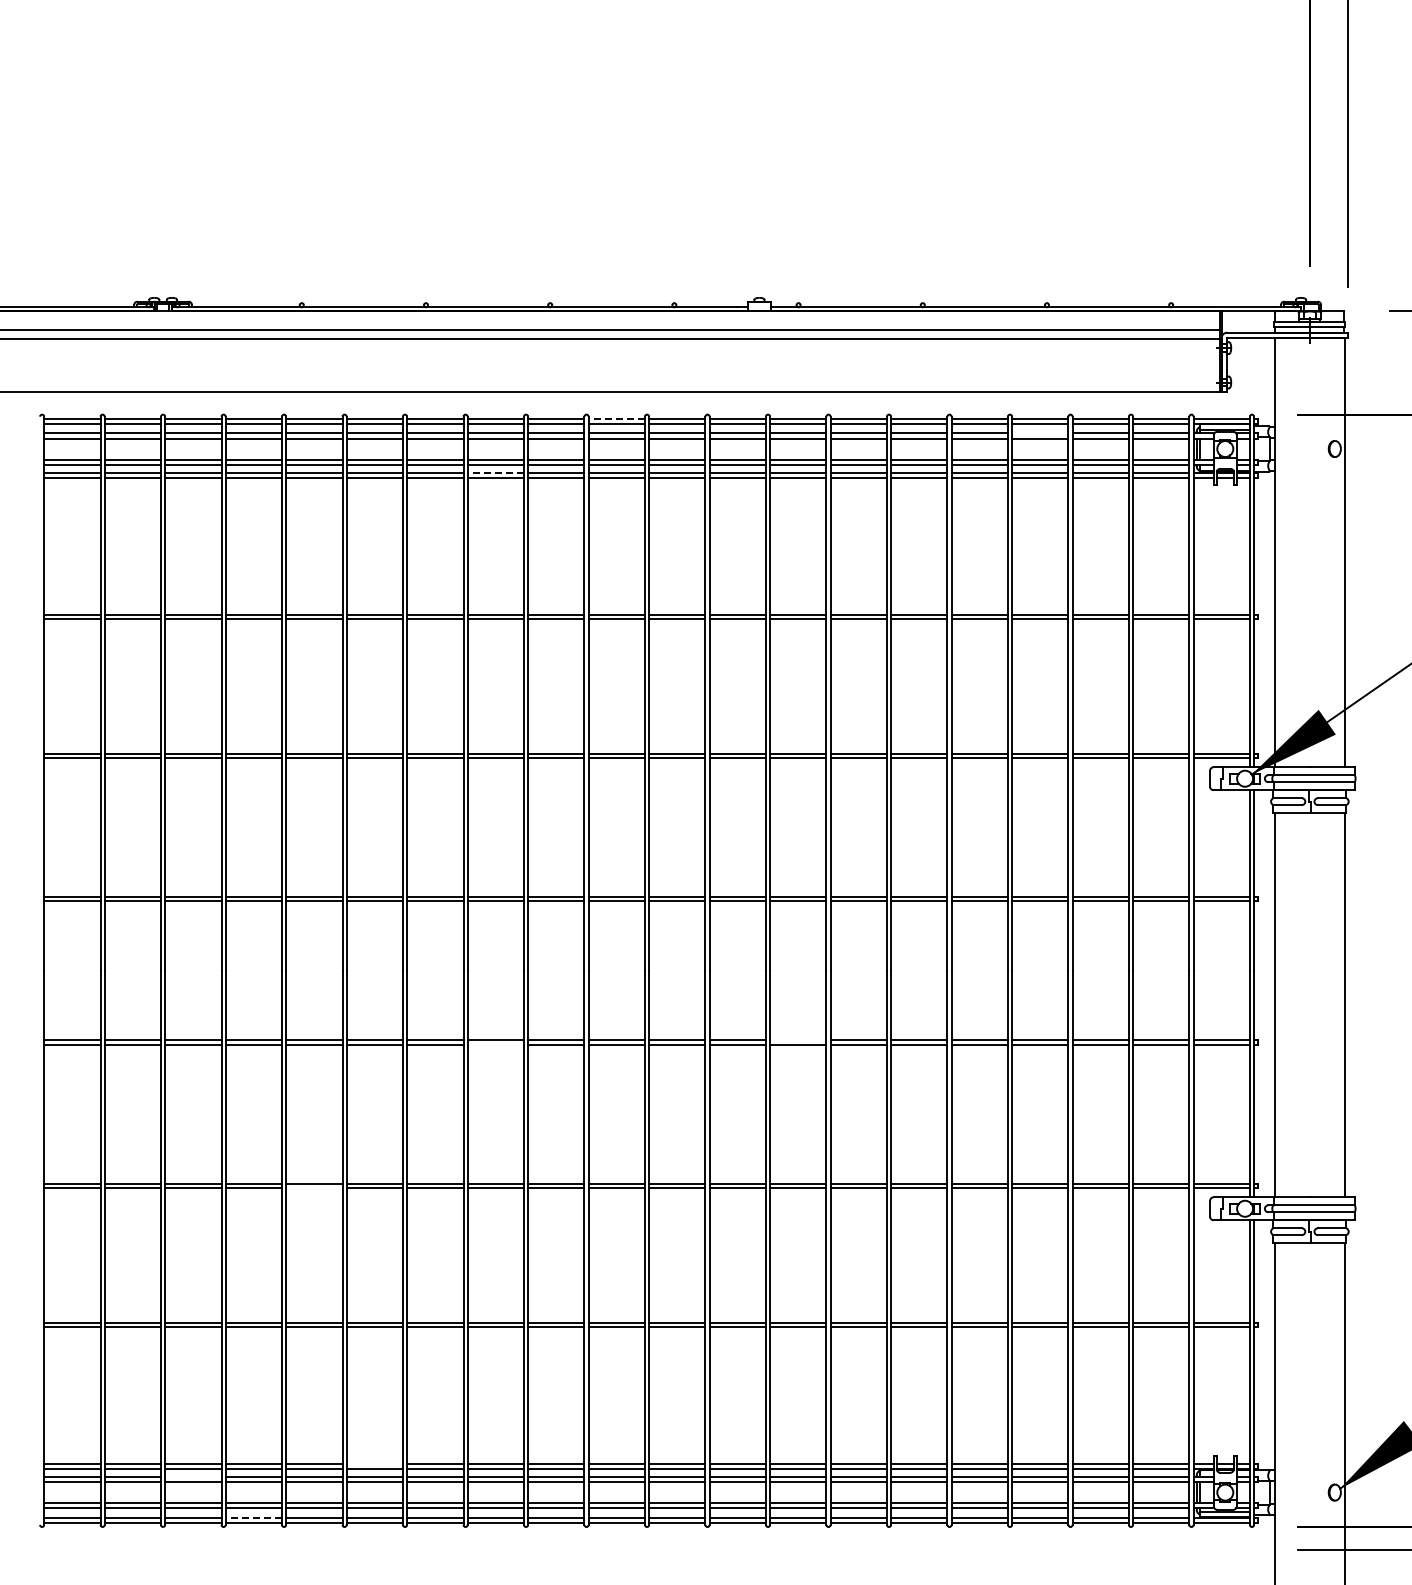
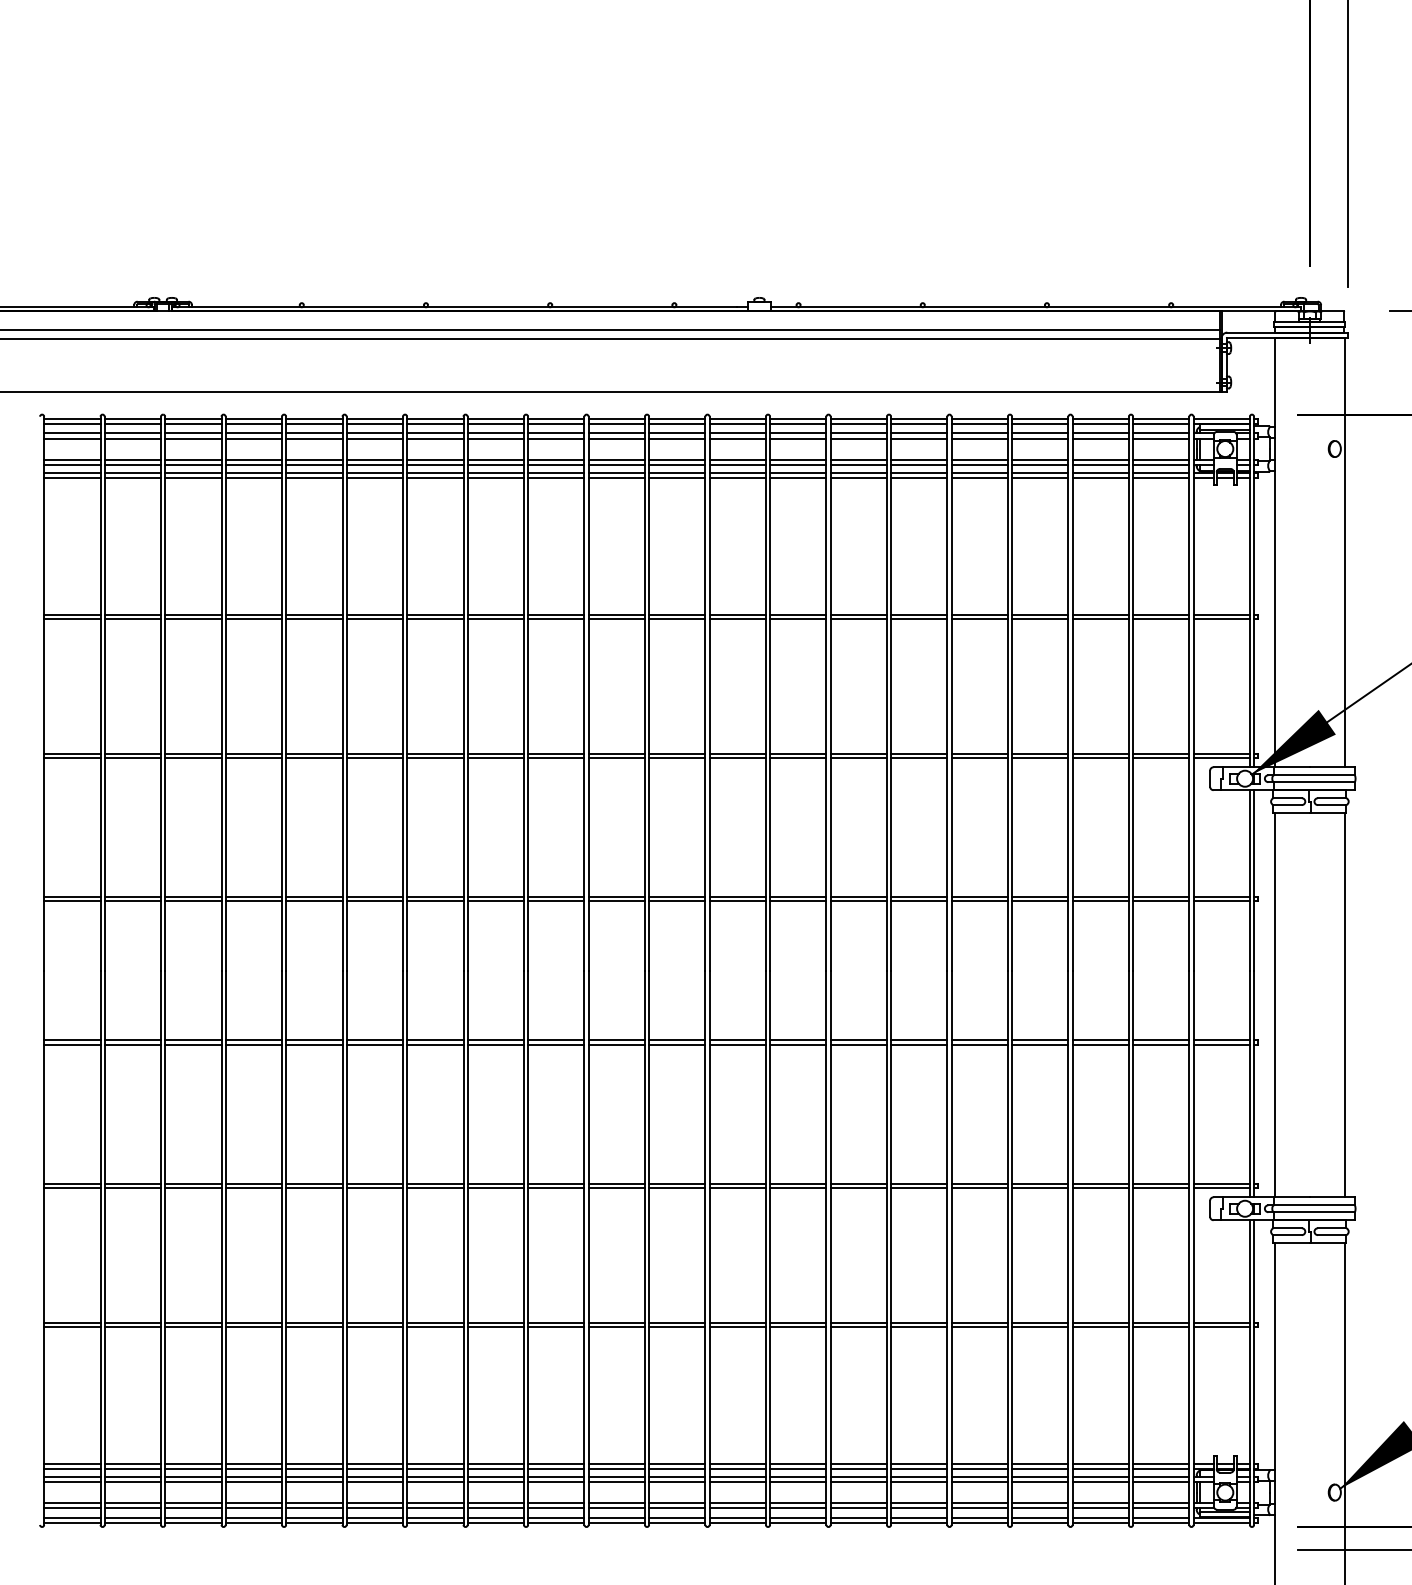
line at (616, 418): dashed -> solid
line at (1040, 433): none -> present
line at (495, 472): dashed -> solid
line at (798, 1040): none -> present
line at (495, 1044): none -> present
line at (314, 1187): none -> present
line at (374, 1463): none -> present
line at (193, 1476): none -> present
line at (253, 1517): dashed -> solid
